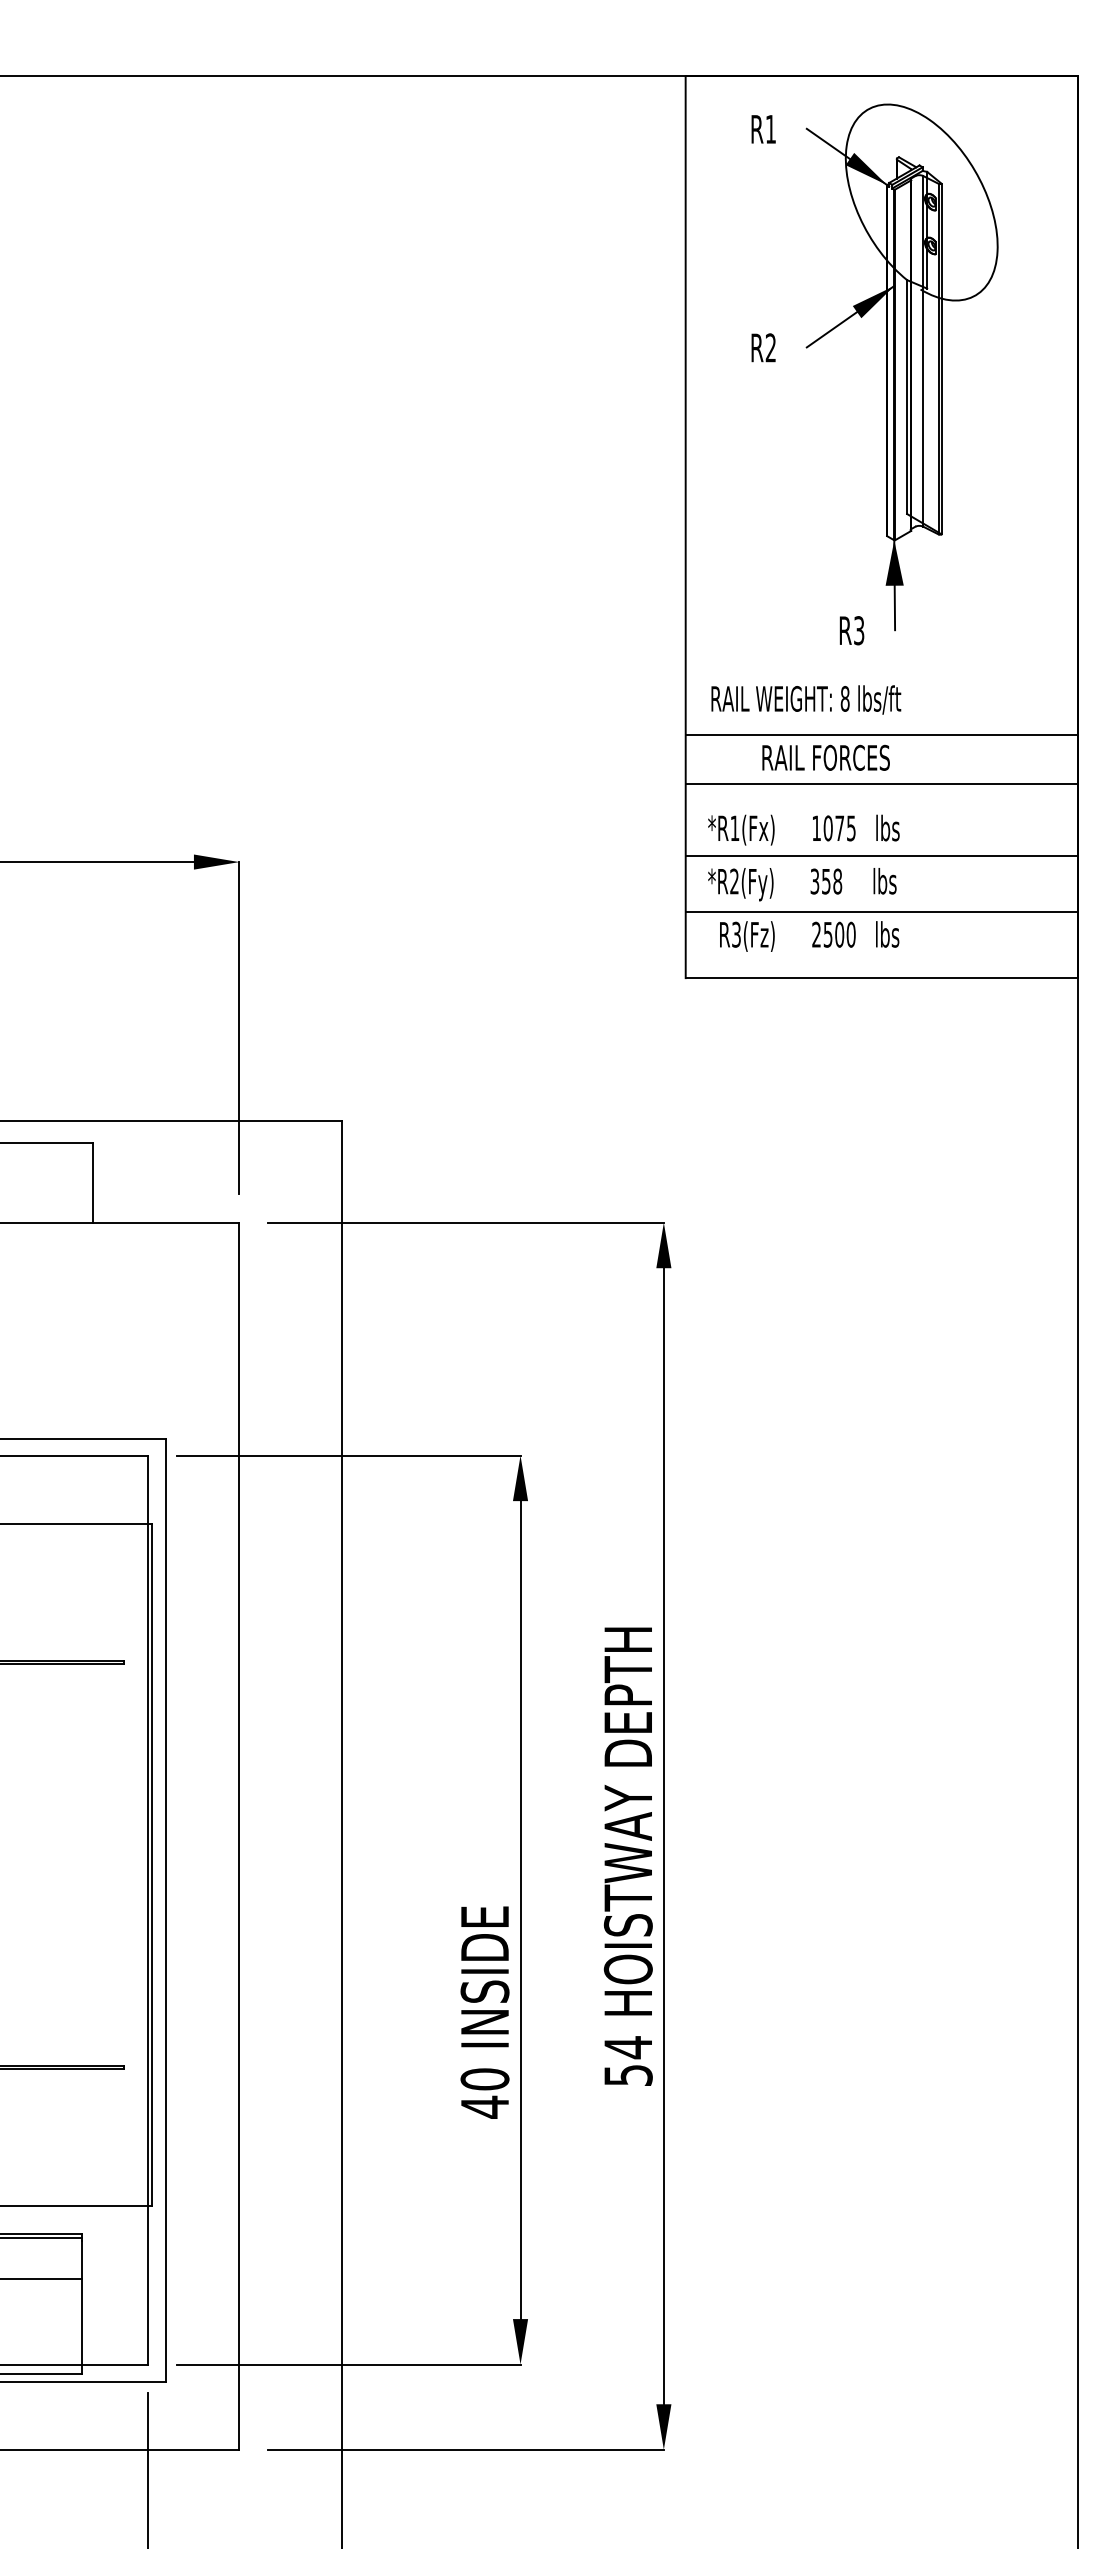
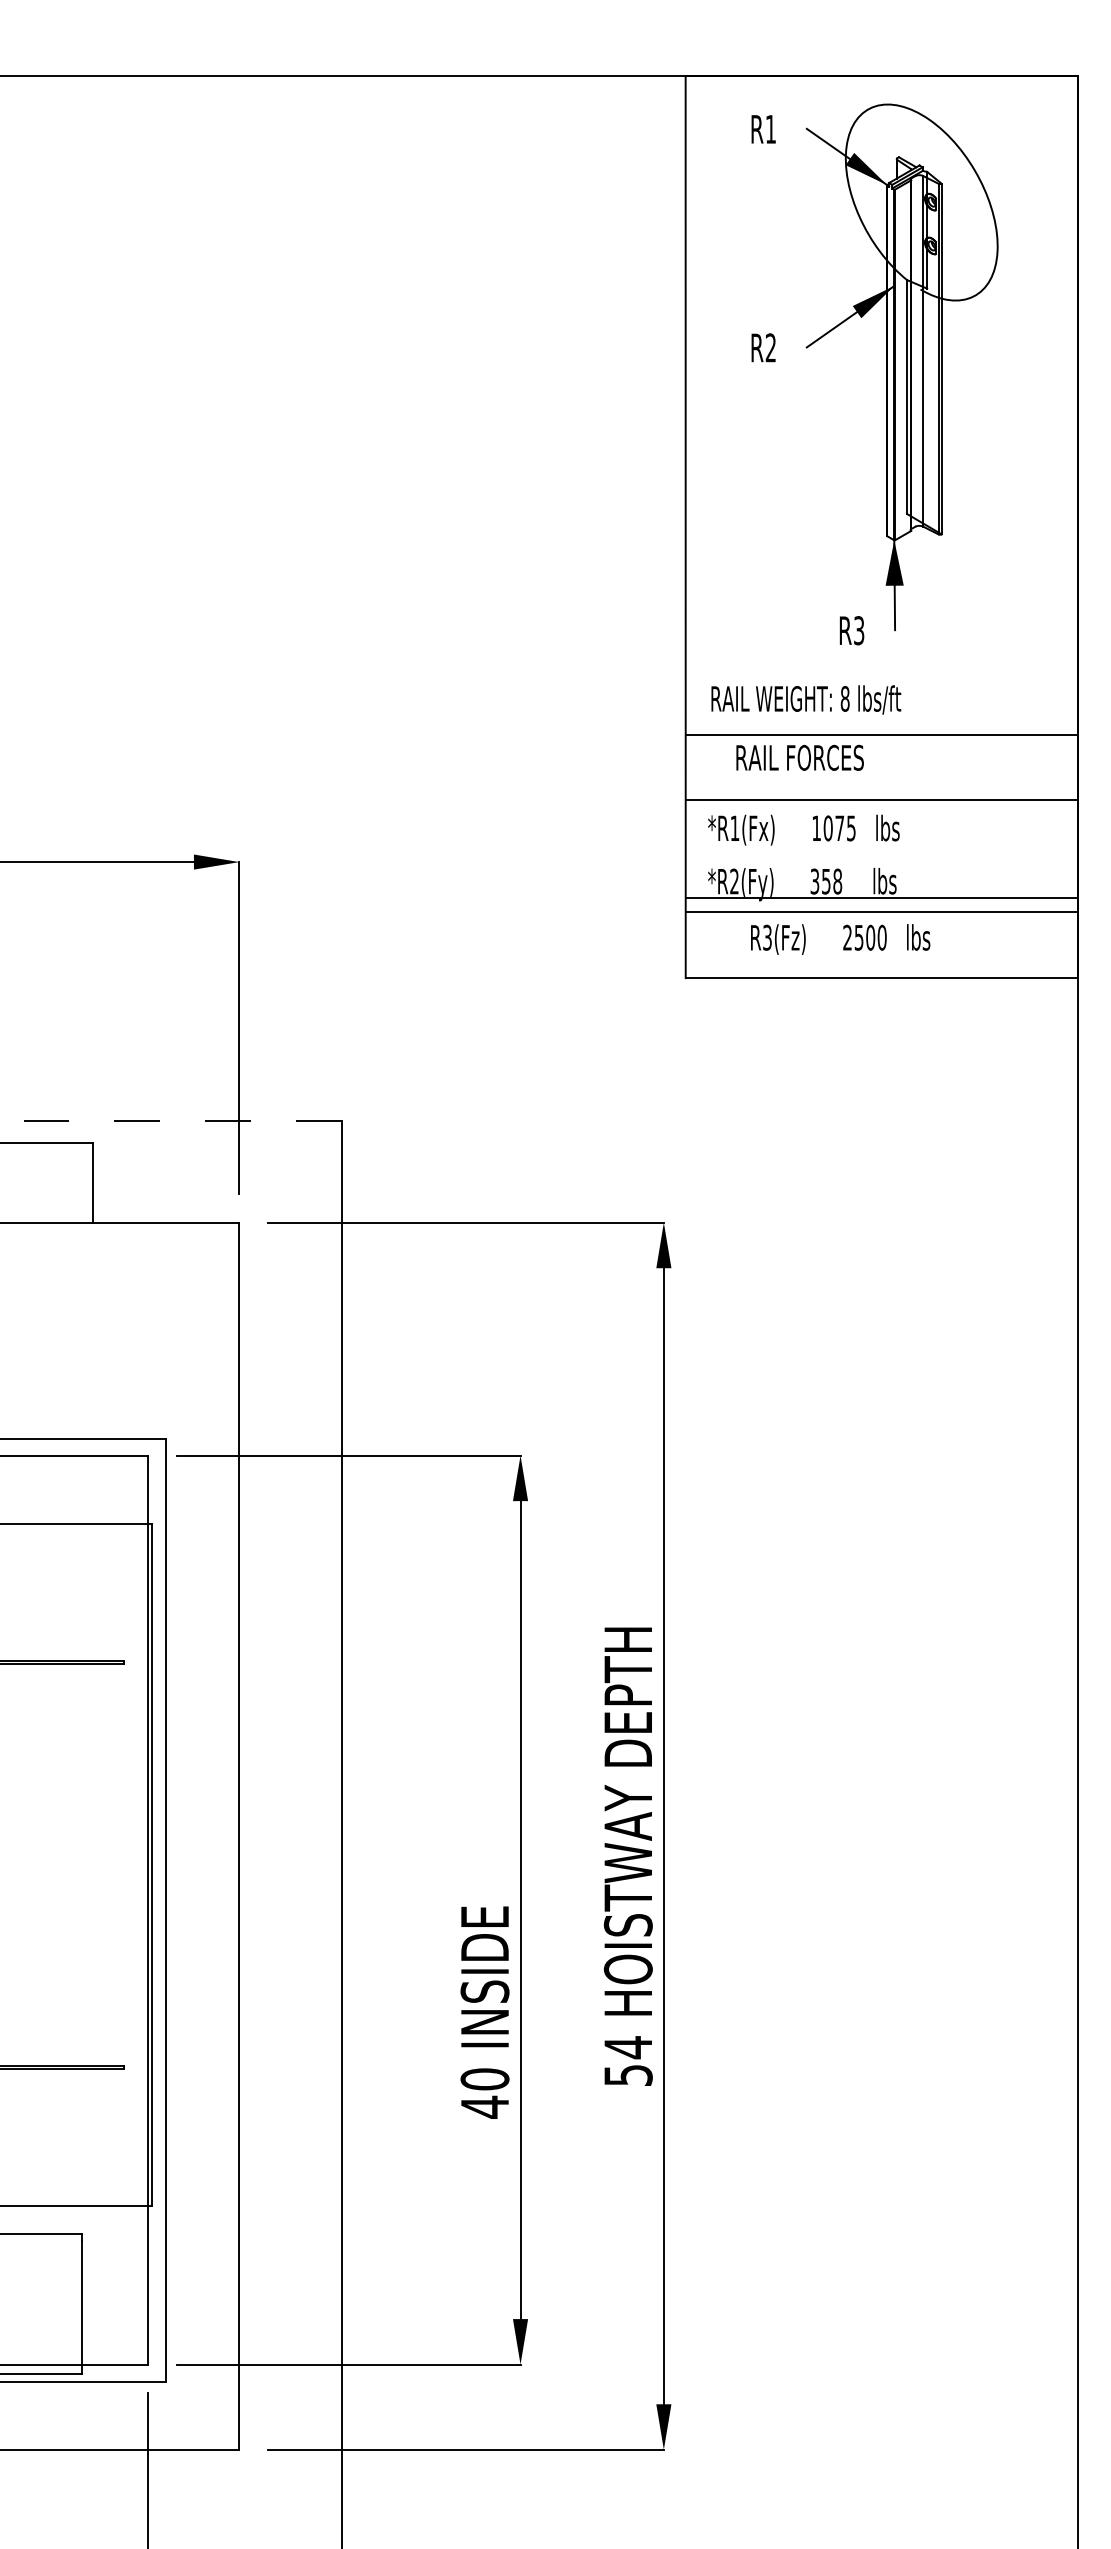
text at (825, 757) position: (825, 757) -> (799, 757)
line at (881, 783) position: (881, 783) -> (881, 799)
line at (881, 855) position: (881, 855) -> (881, 897)
text at (809, 936) position: (809, 936) -> (840, 939)
line at (170, 1120): solid -> dashed
line at (41, 2237): present -> none
line at (41, 2279): present -> none
